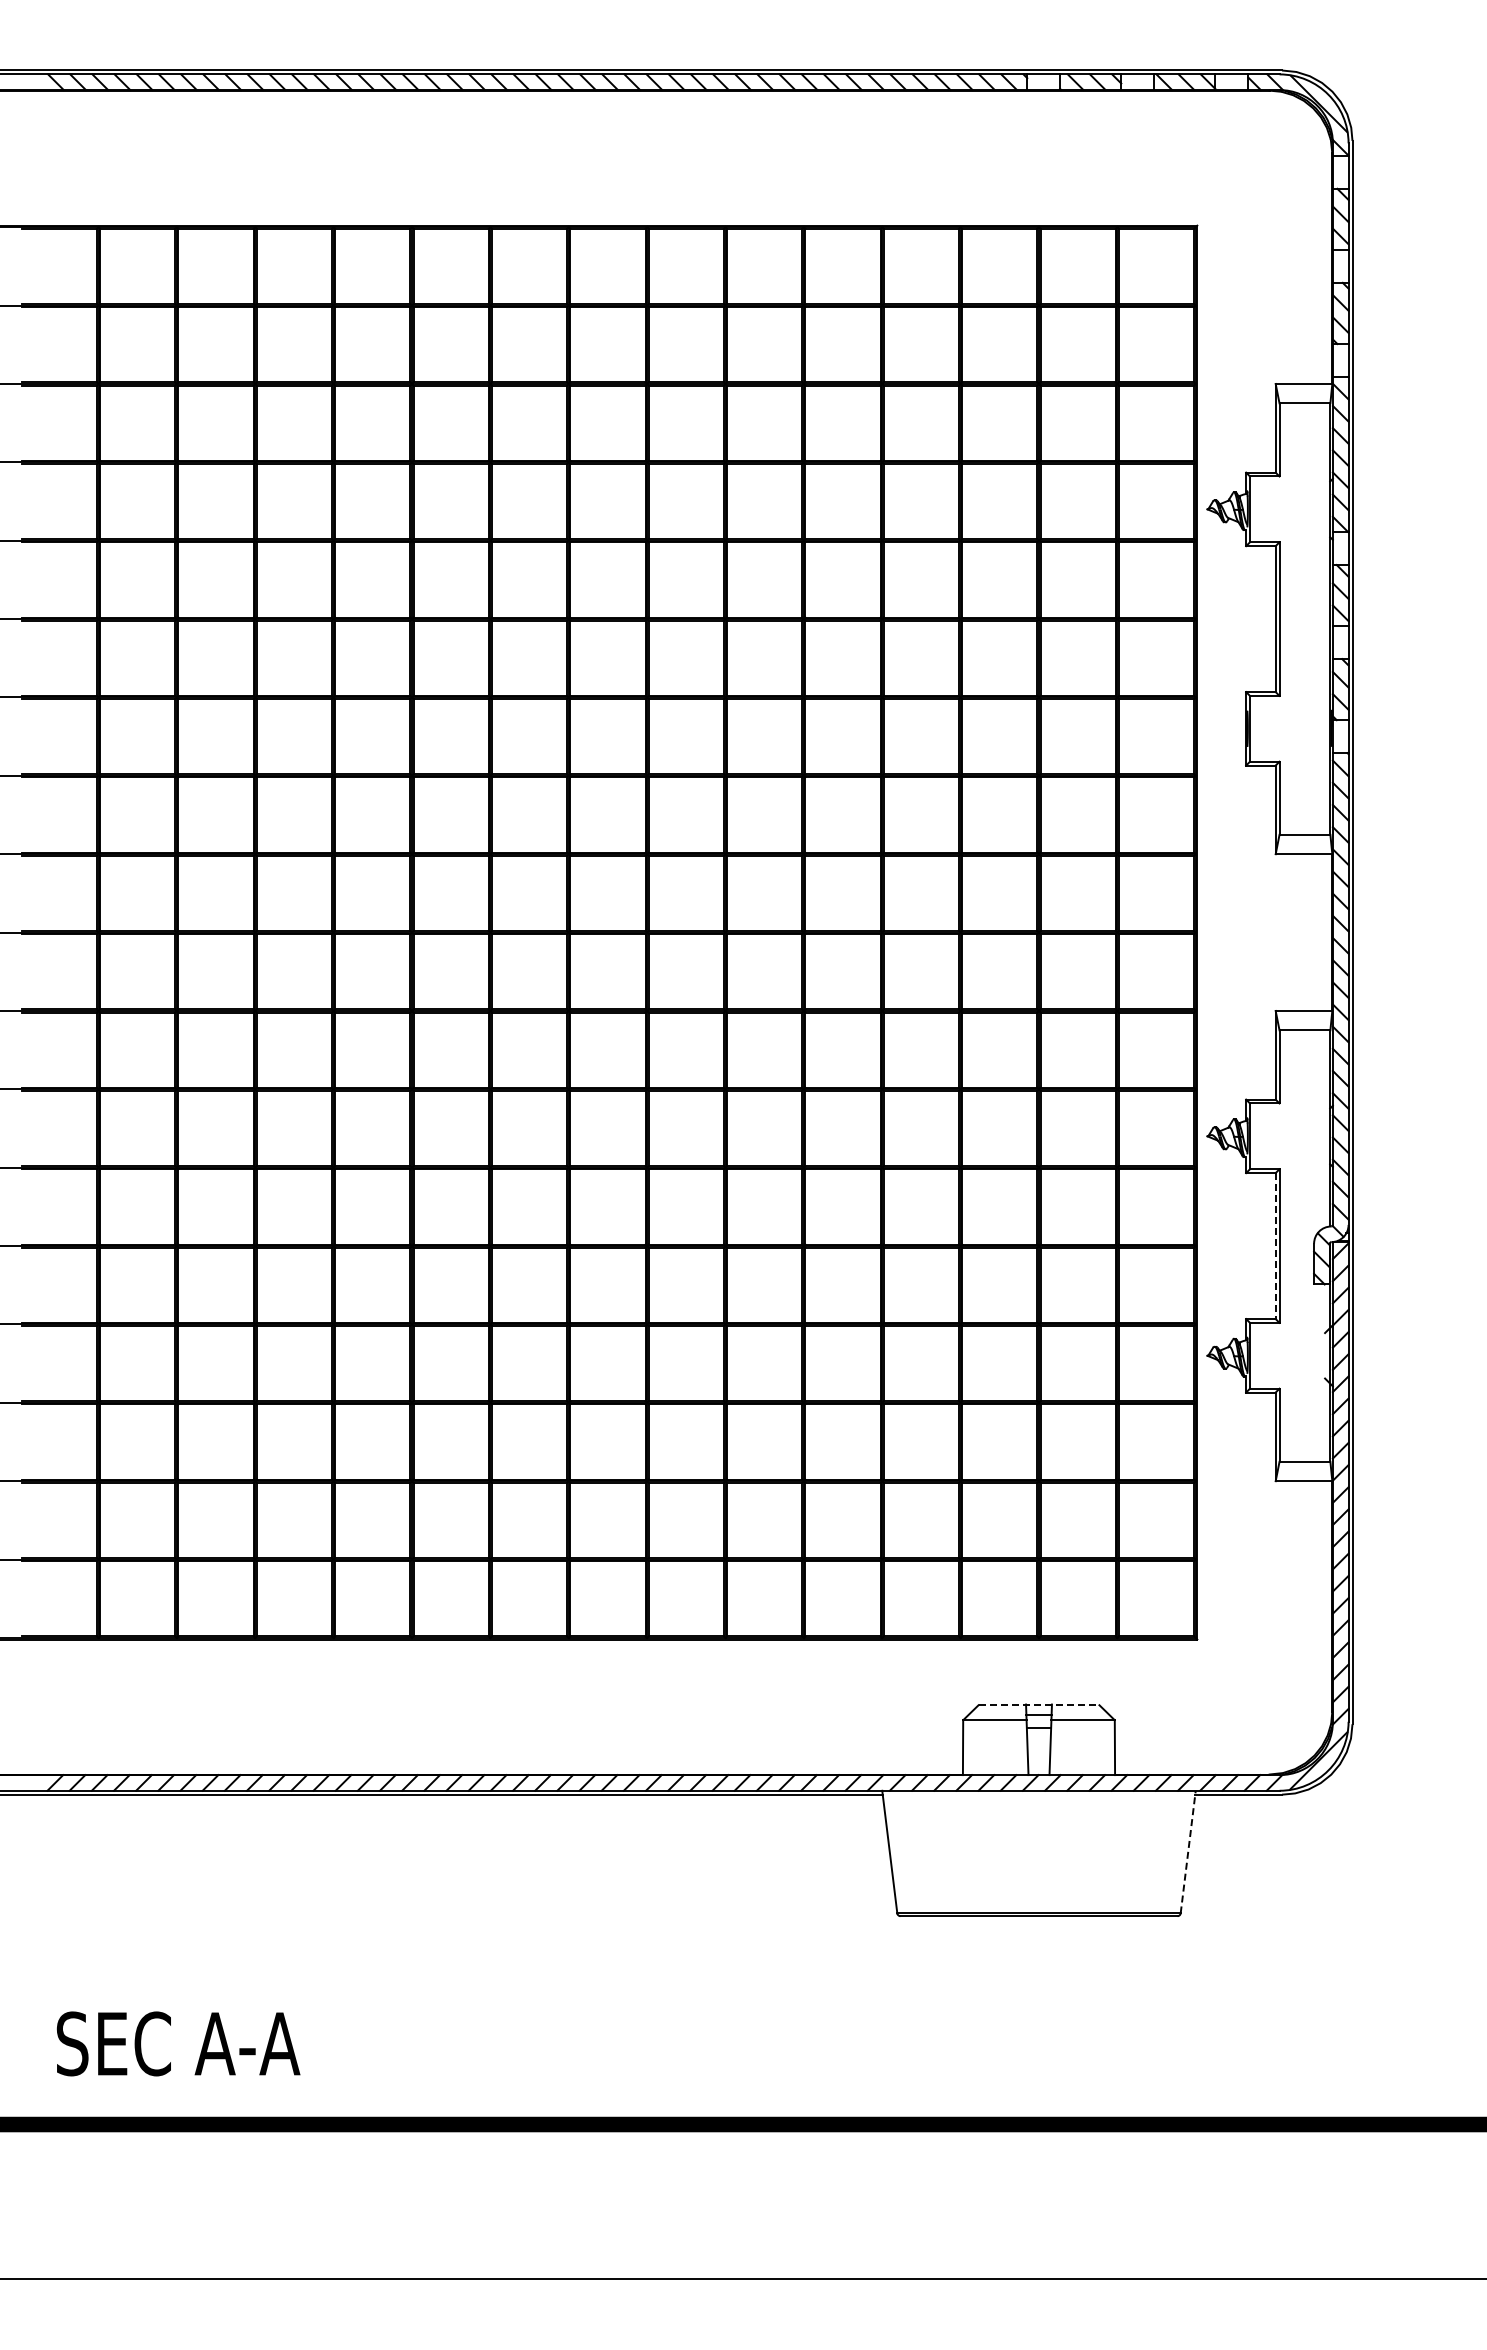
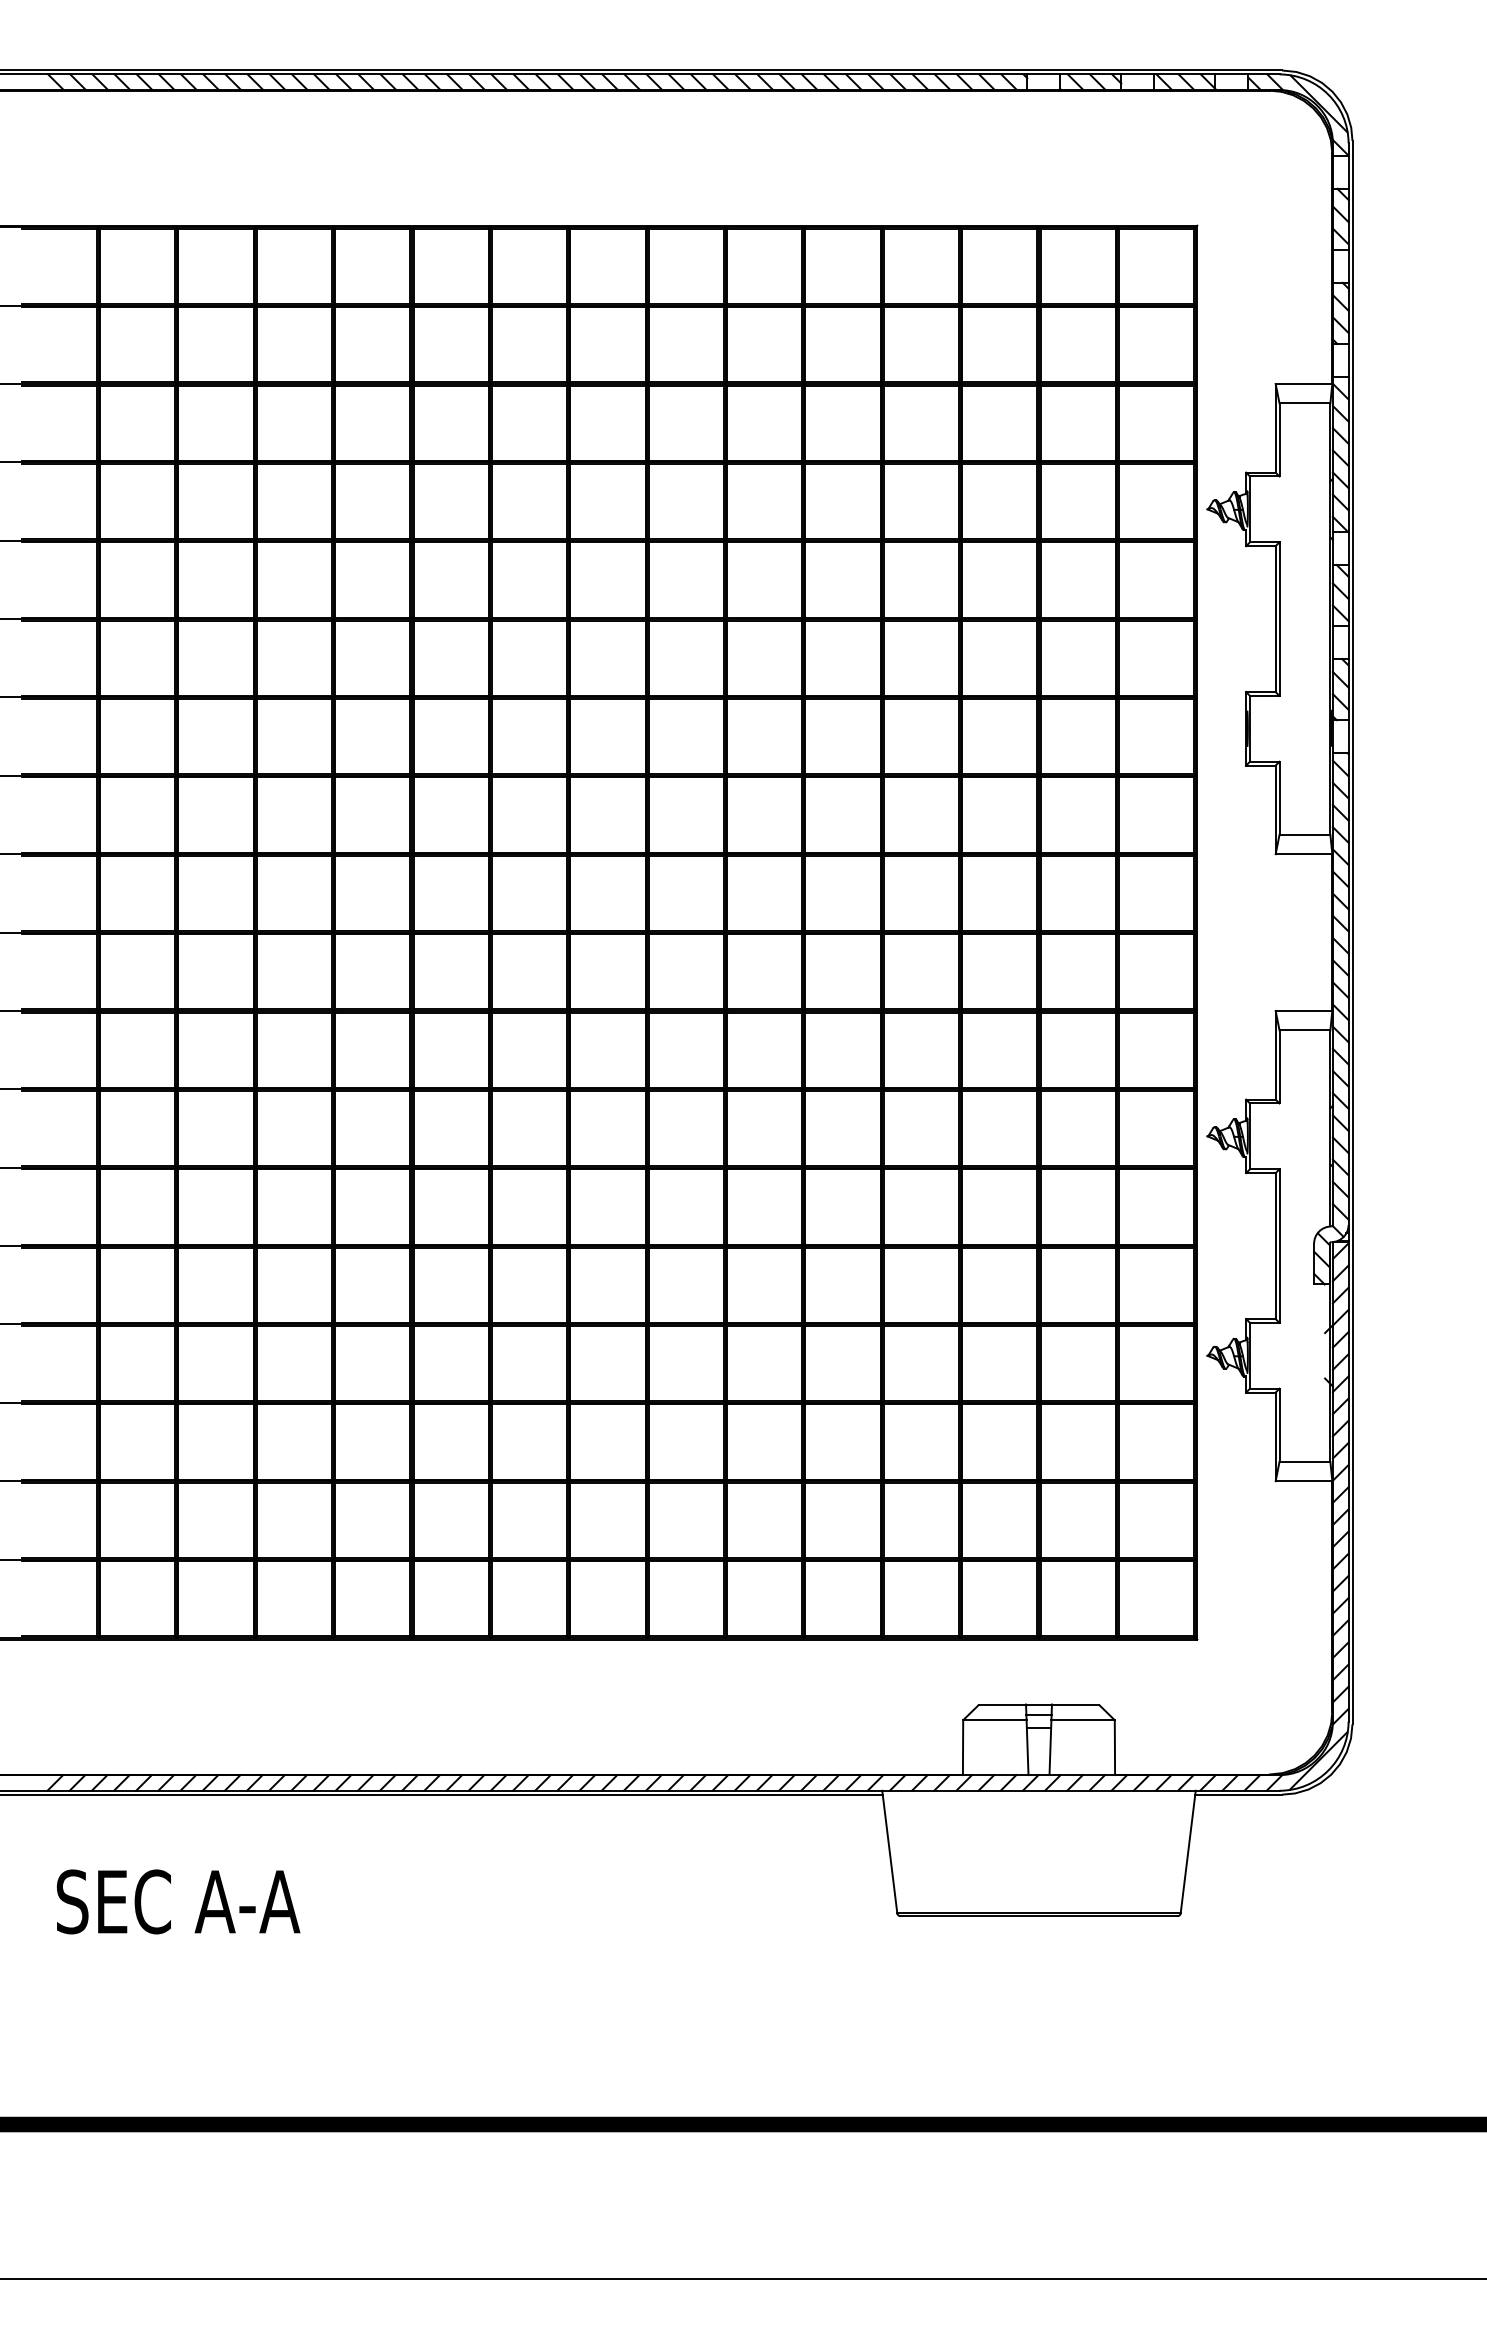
line at (1275, 1246): dashed -> solid
line at (1039, 1704): dashed -> solid
line at (1188, 1852): dashed -> solid
text at (178, 2043) position: (178, 2043) -> (178, 1901)
